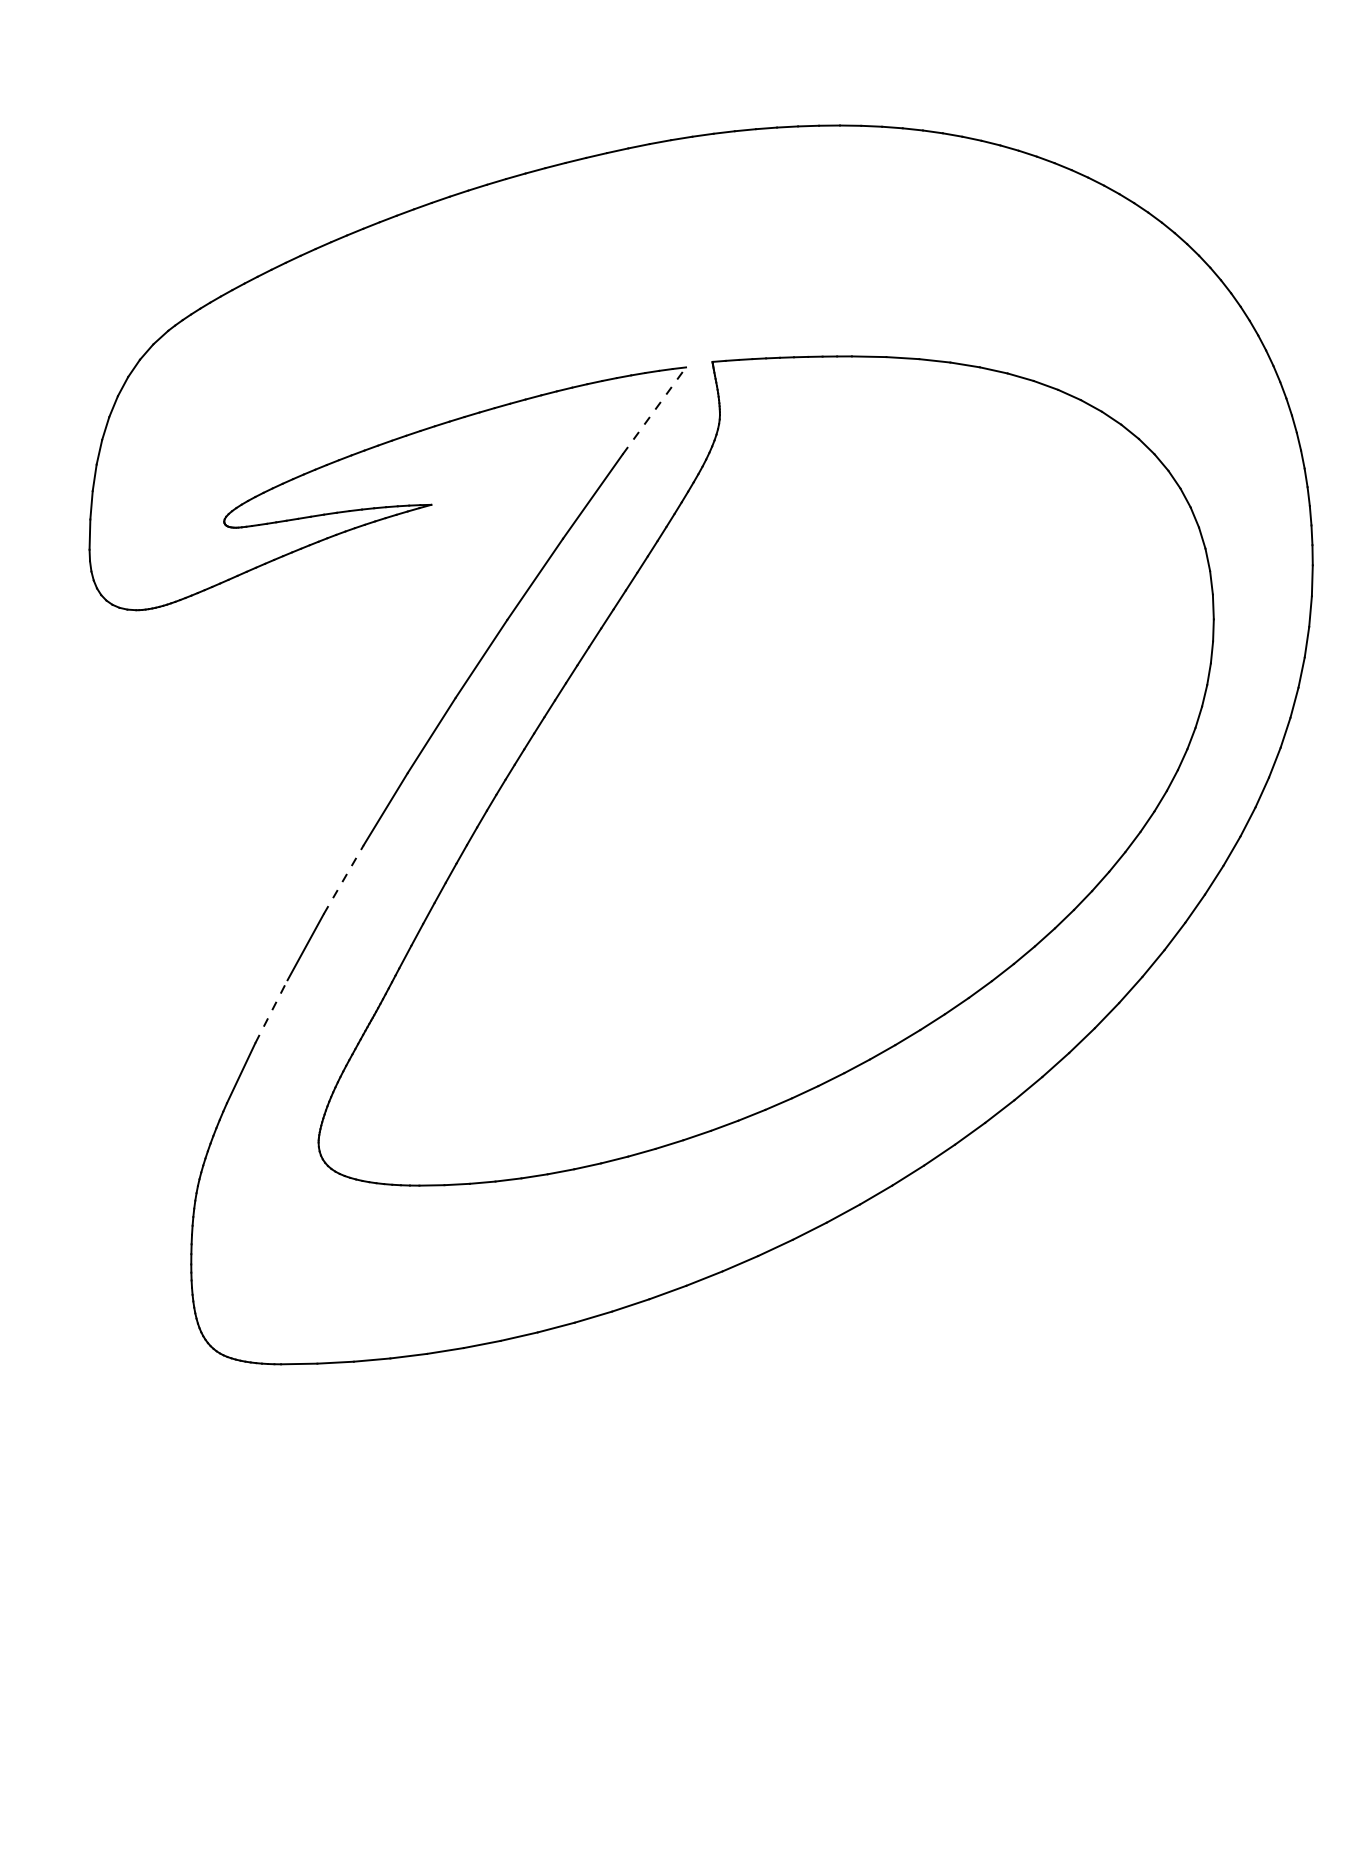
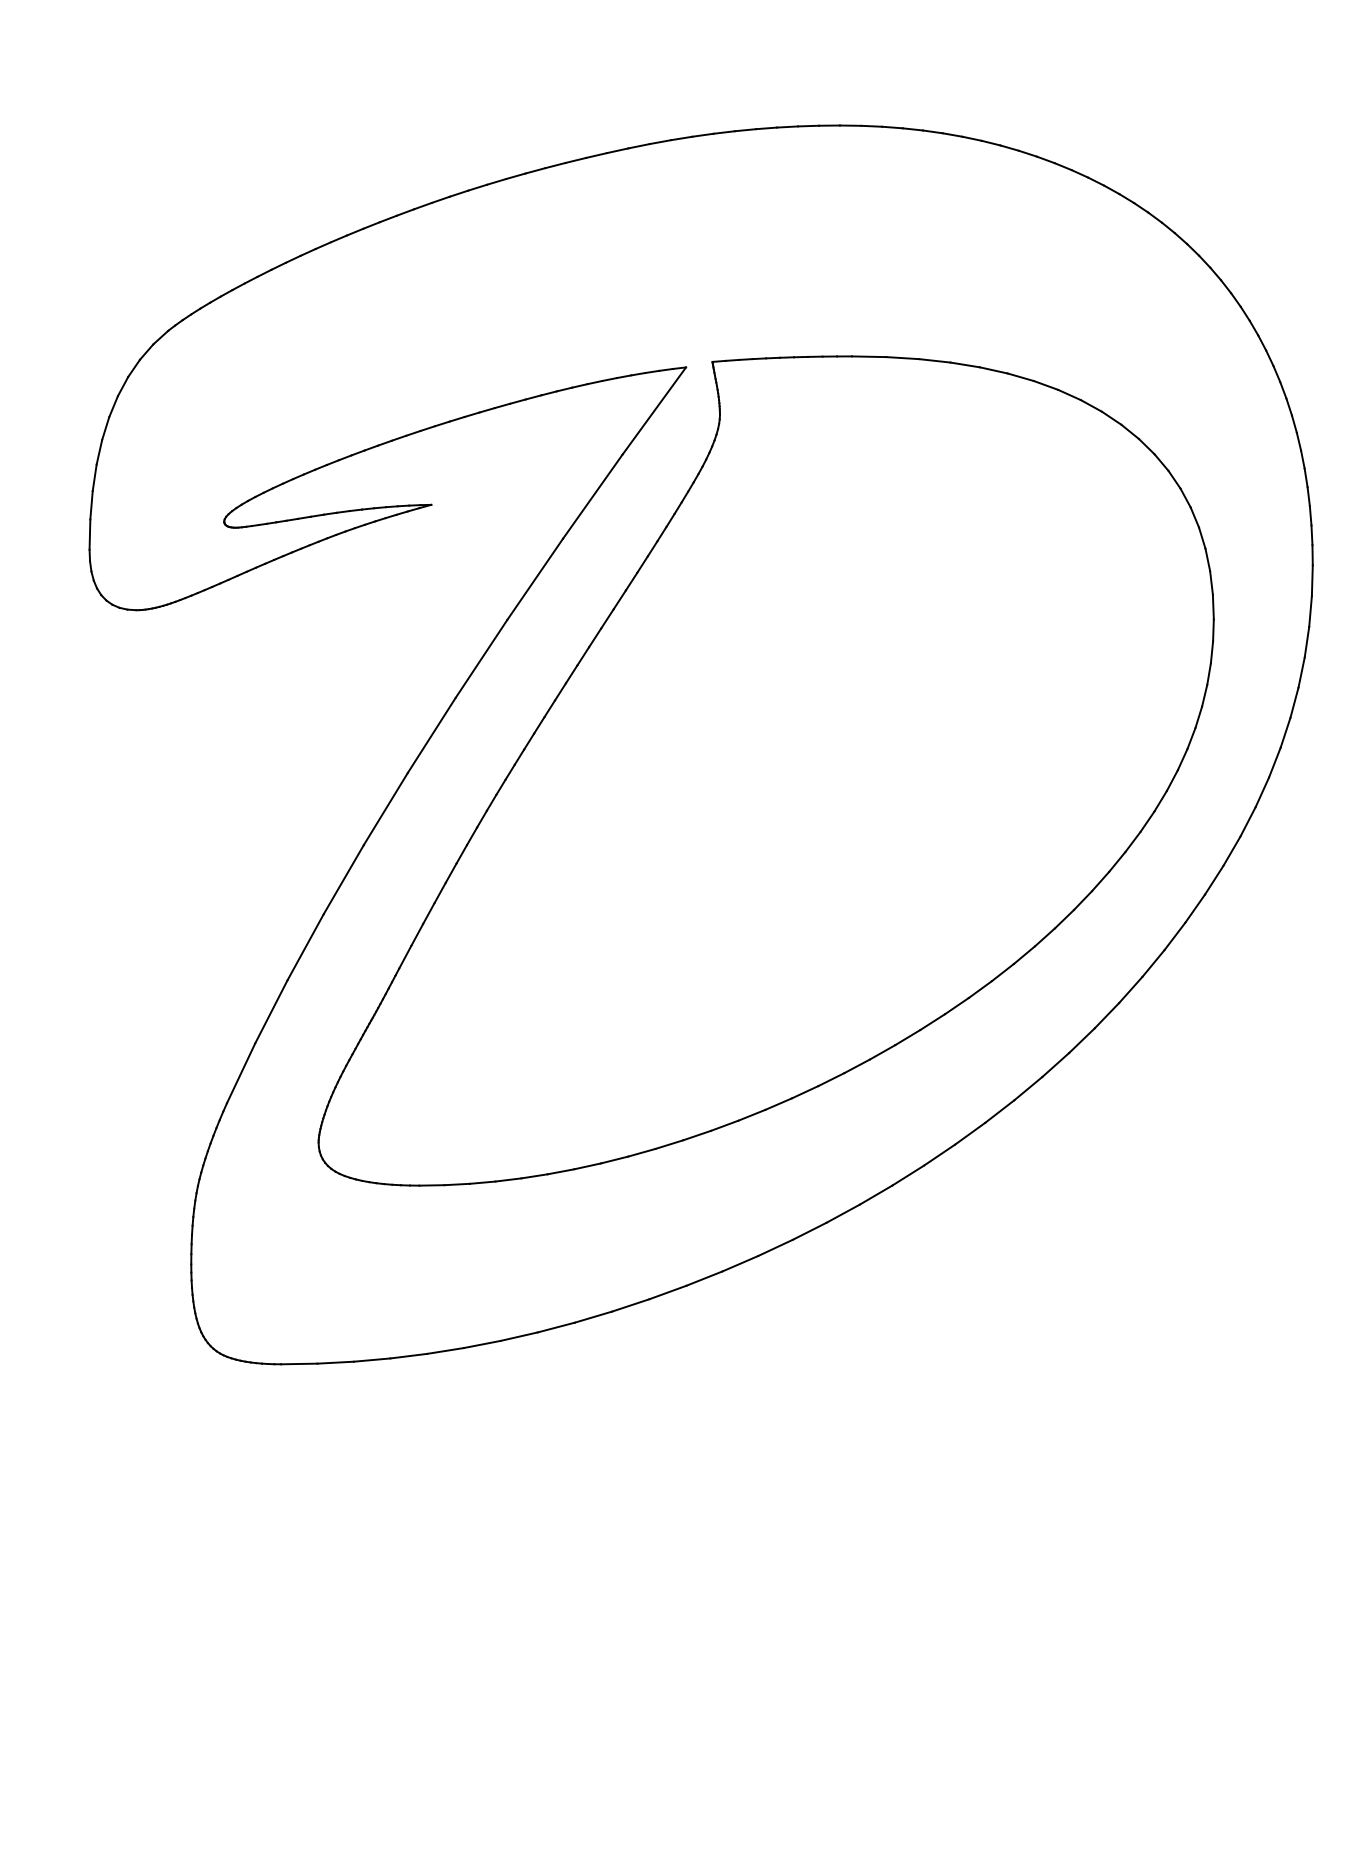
line at (654, 411): dashed -> solid
line at (343, 879): dashed -> solid
line at (271, 1011): dashed -> solid
